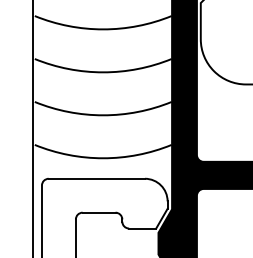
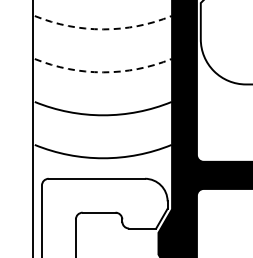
arc at (103, 29): solid -> dashed
arc at (103, 72): solid -> dashed
